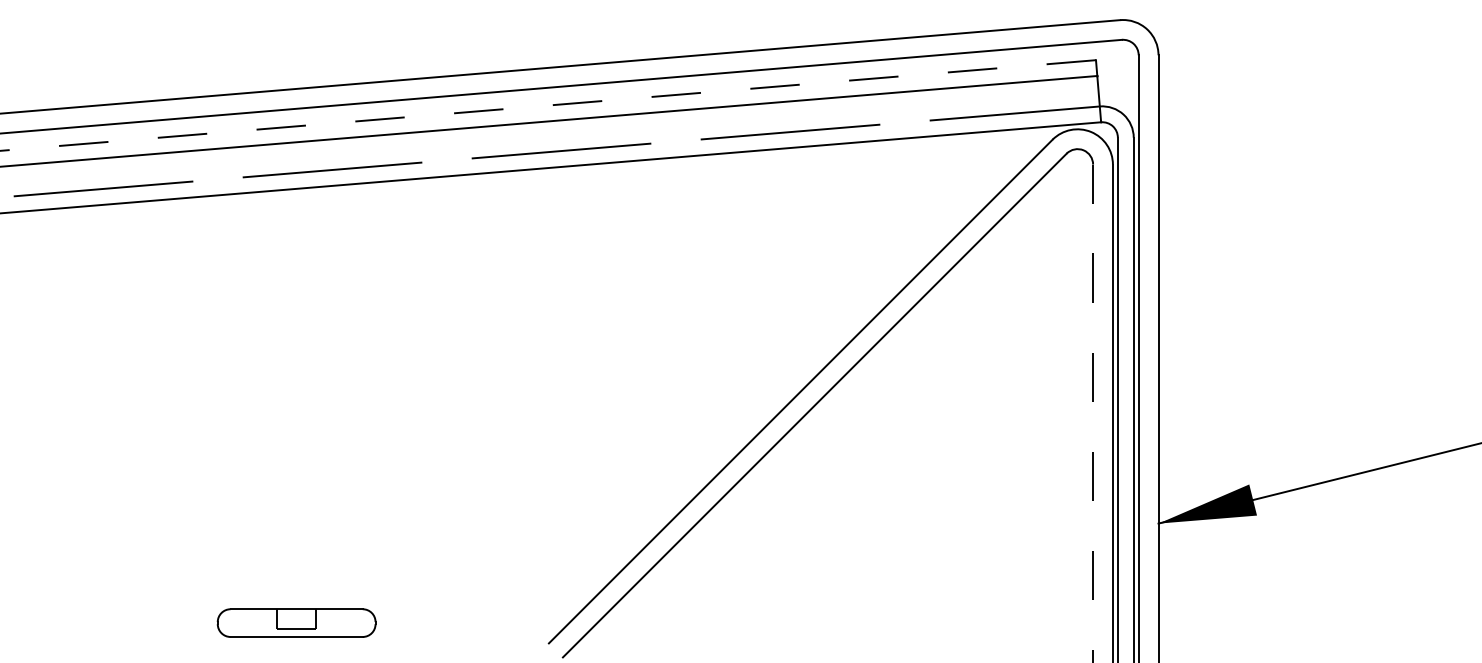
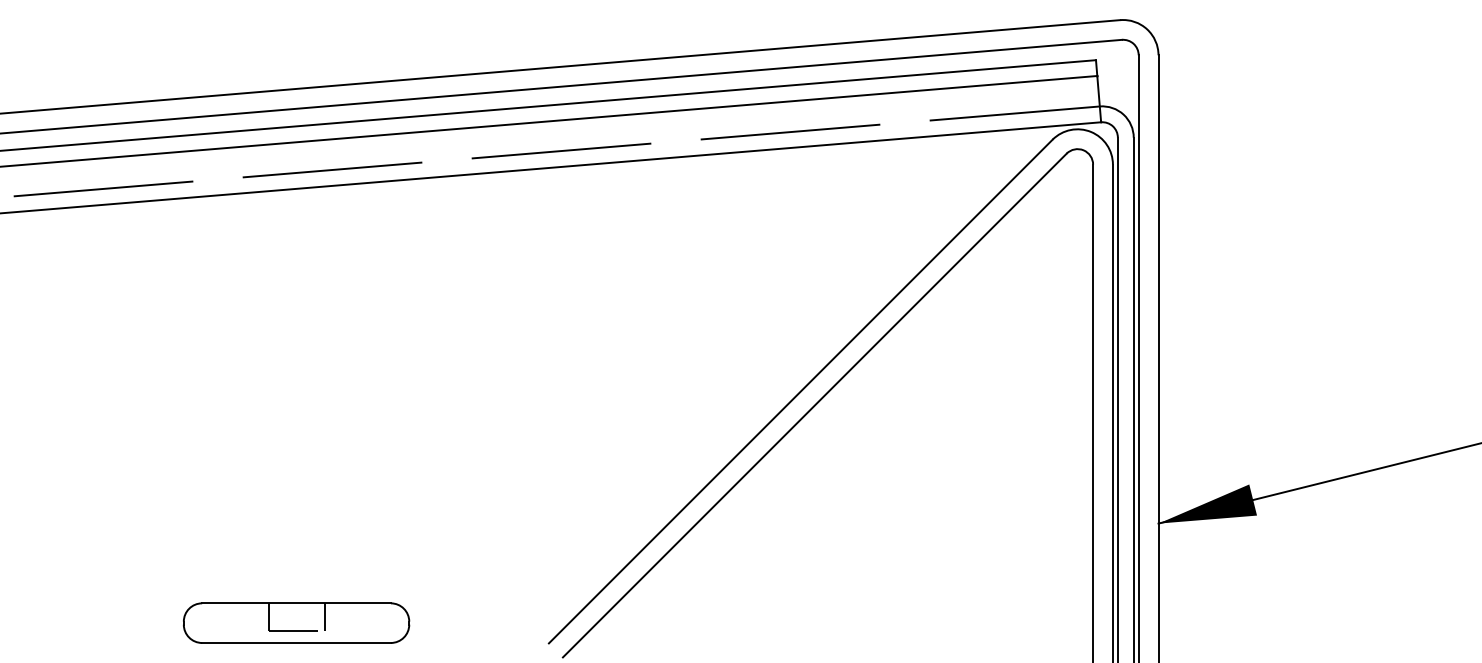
line at (548, 105): dashed -> solid
line at (1093, 413): dashed -> solid
part at (296, 622) size: 161x30 px -> 228x42 px
